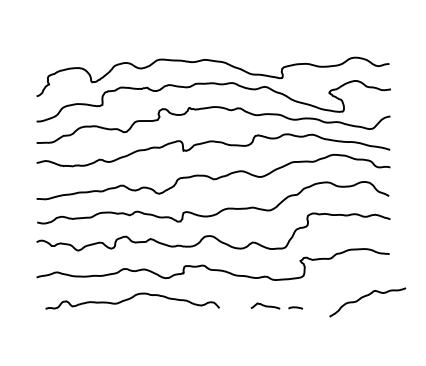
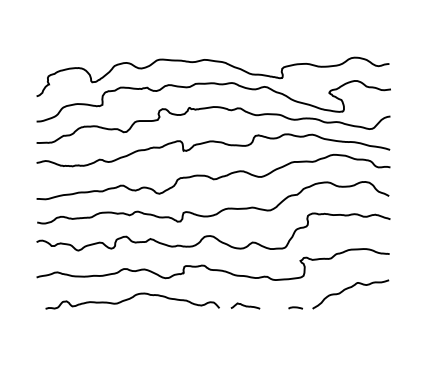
curve at (364, 297) position: (364, 297) -> (347, 289)
curve at (265, 305) position: (265, 305) -> (245, 305)
